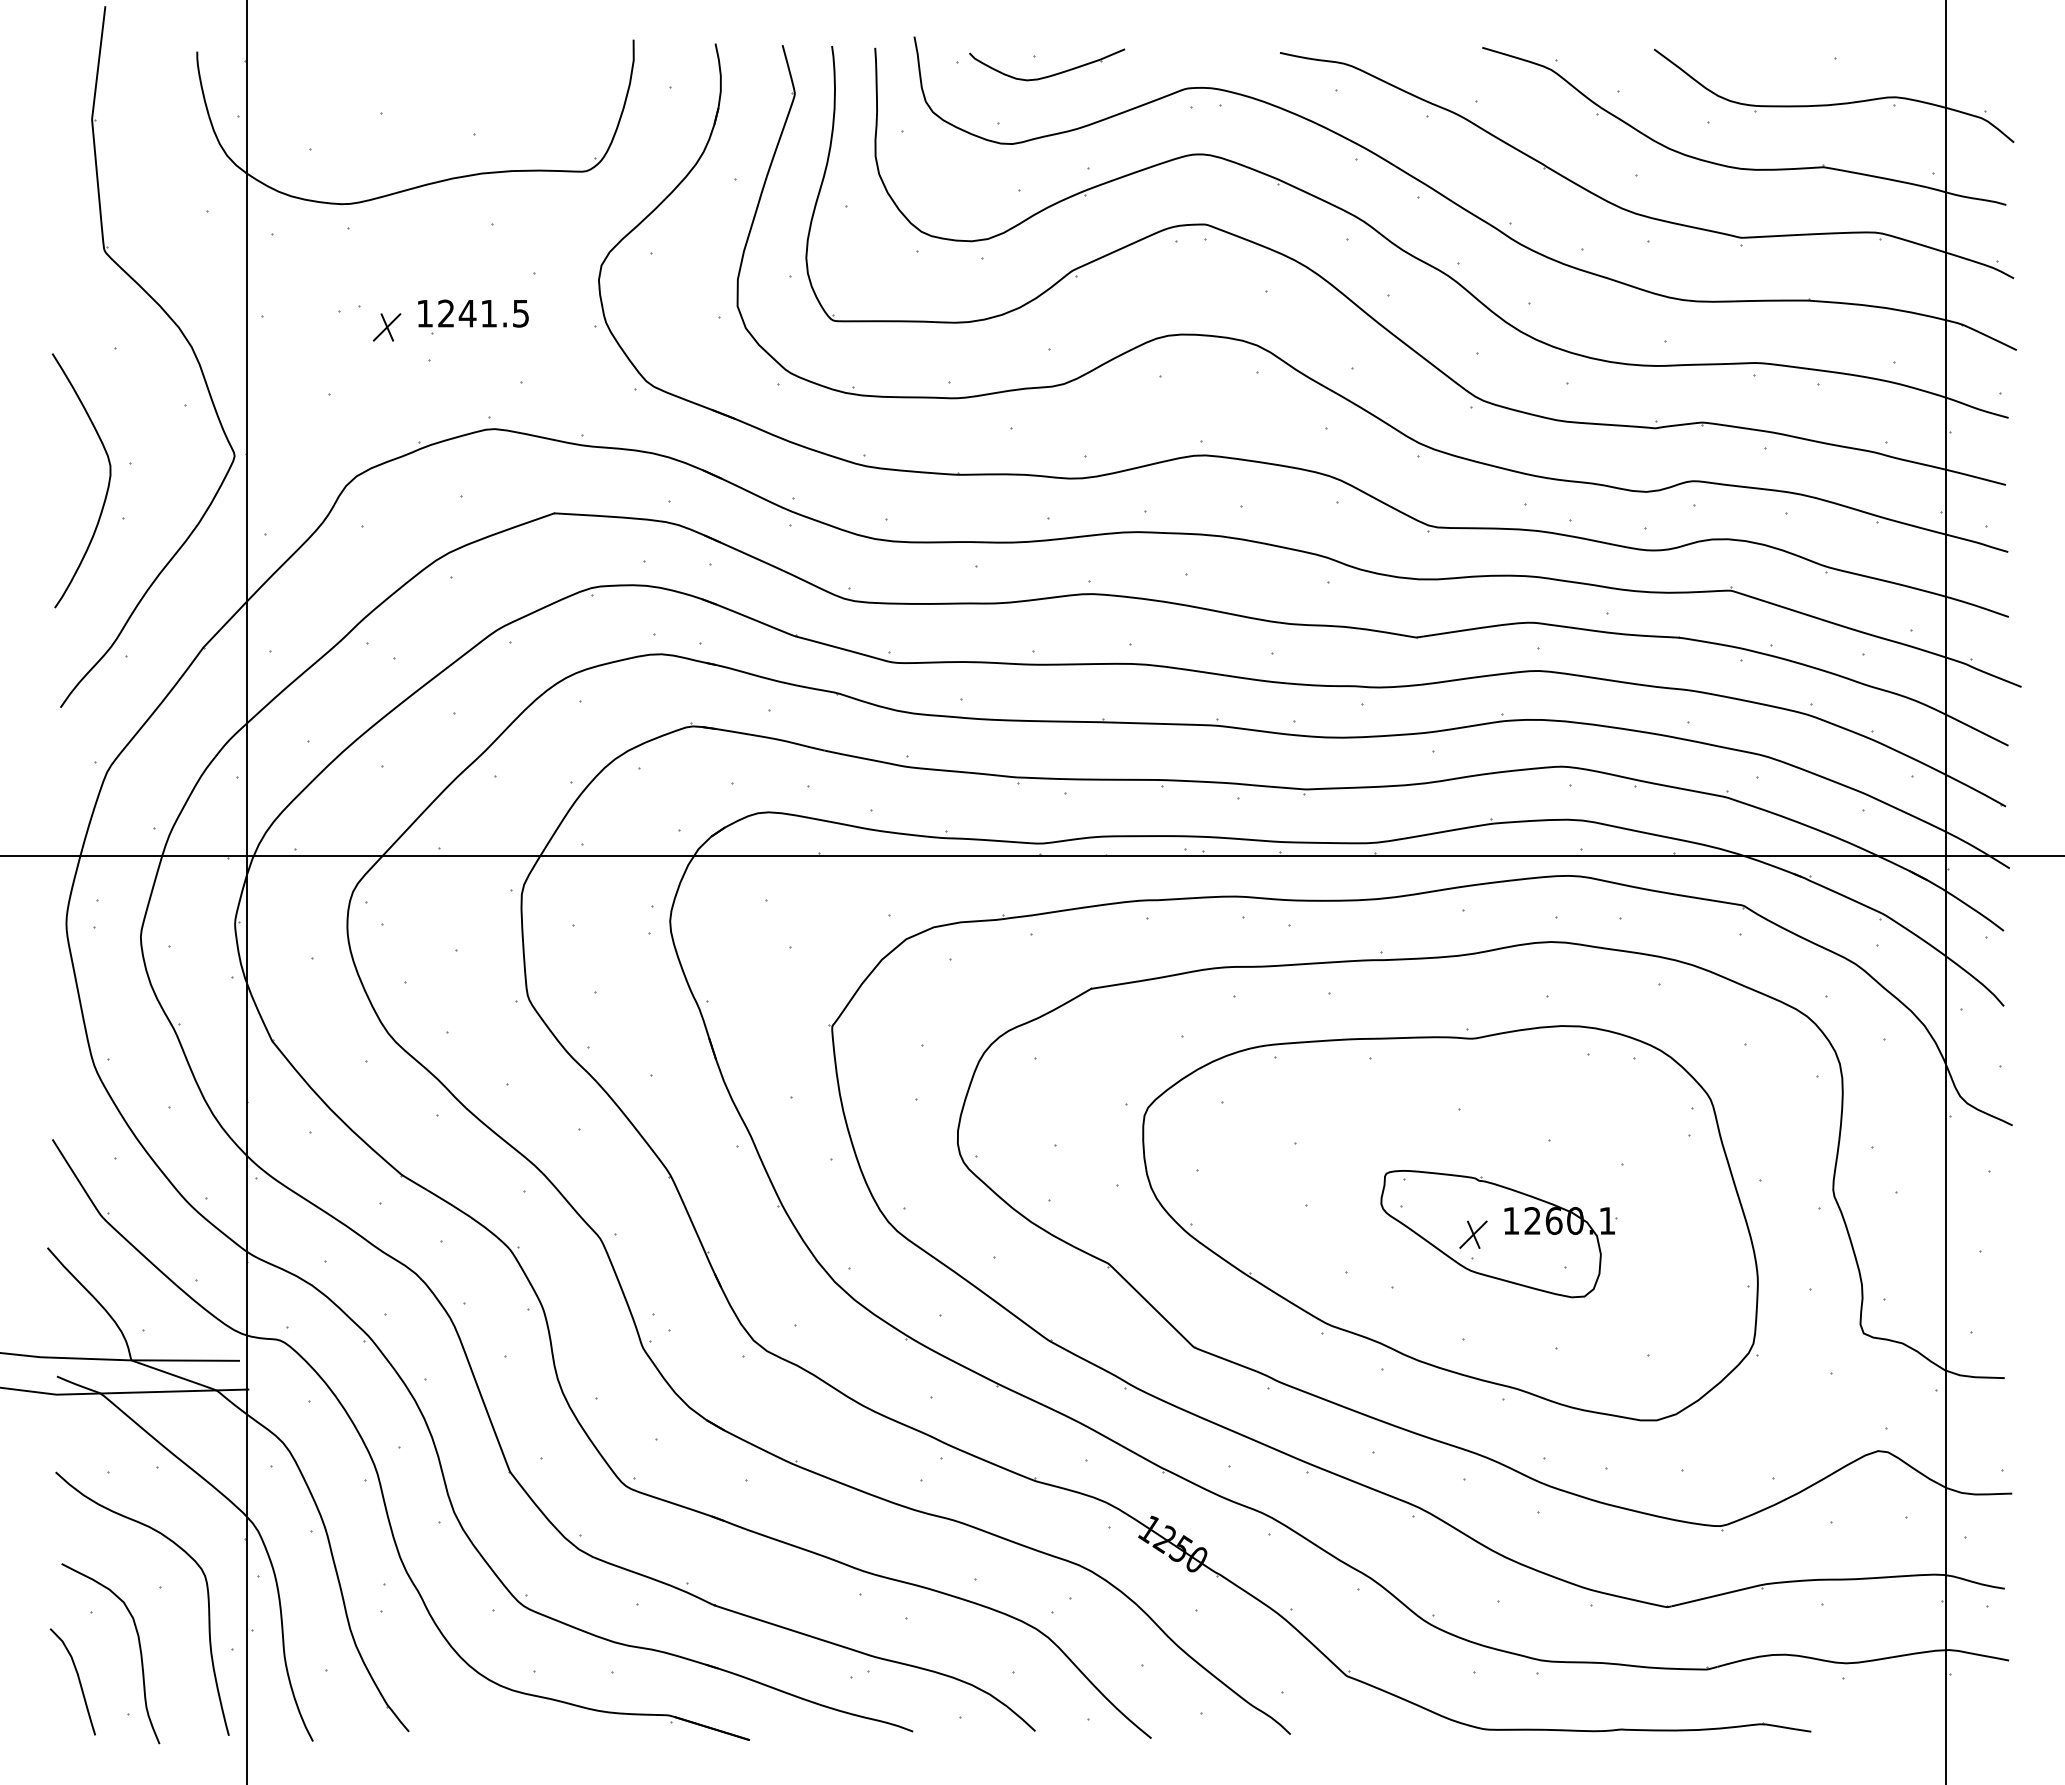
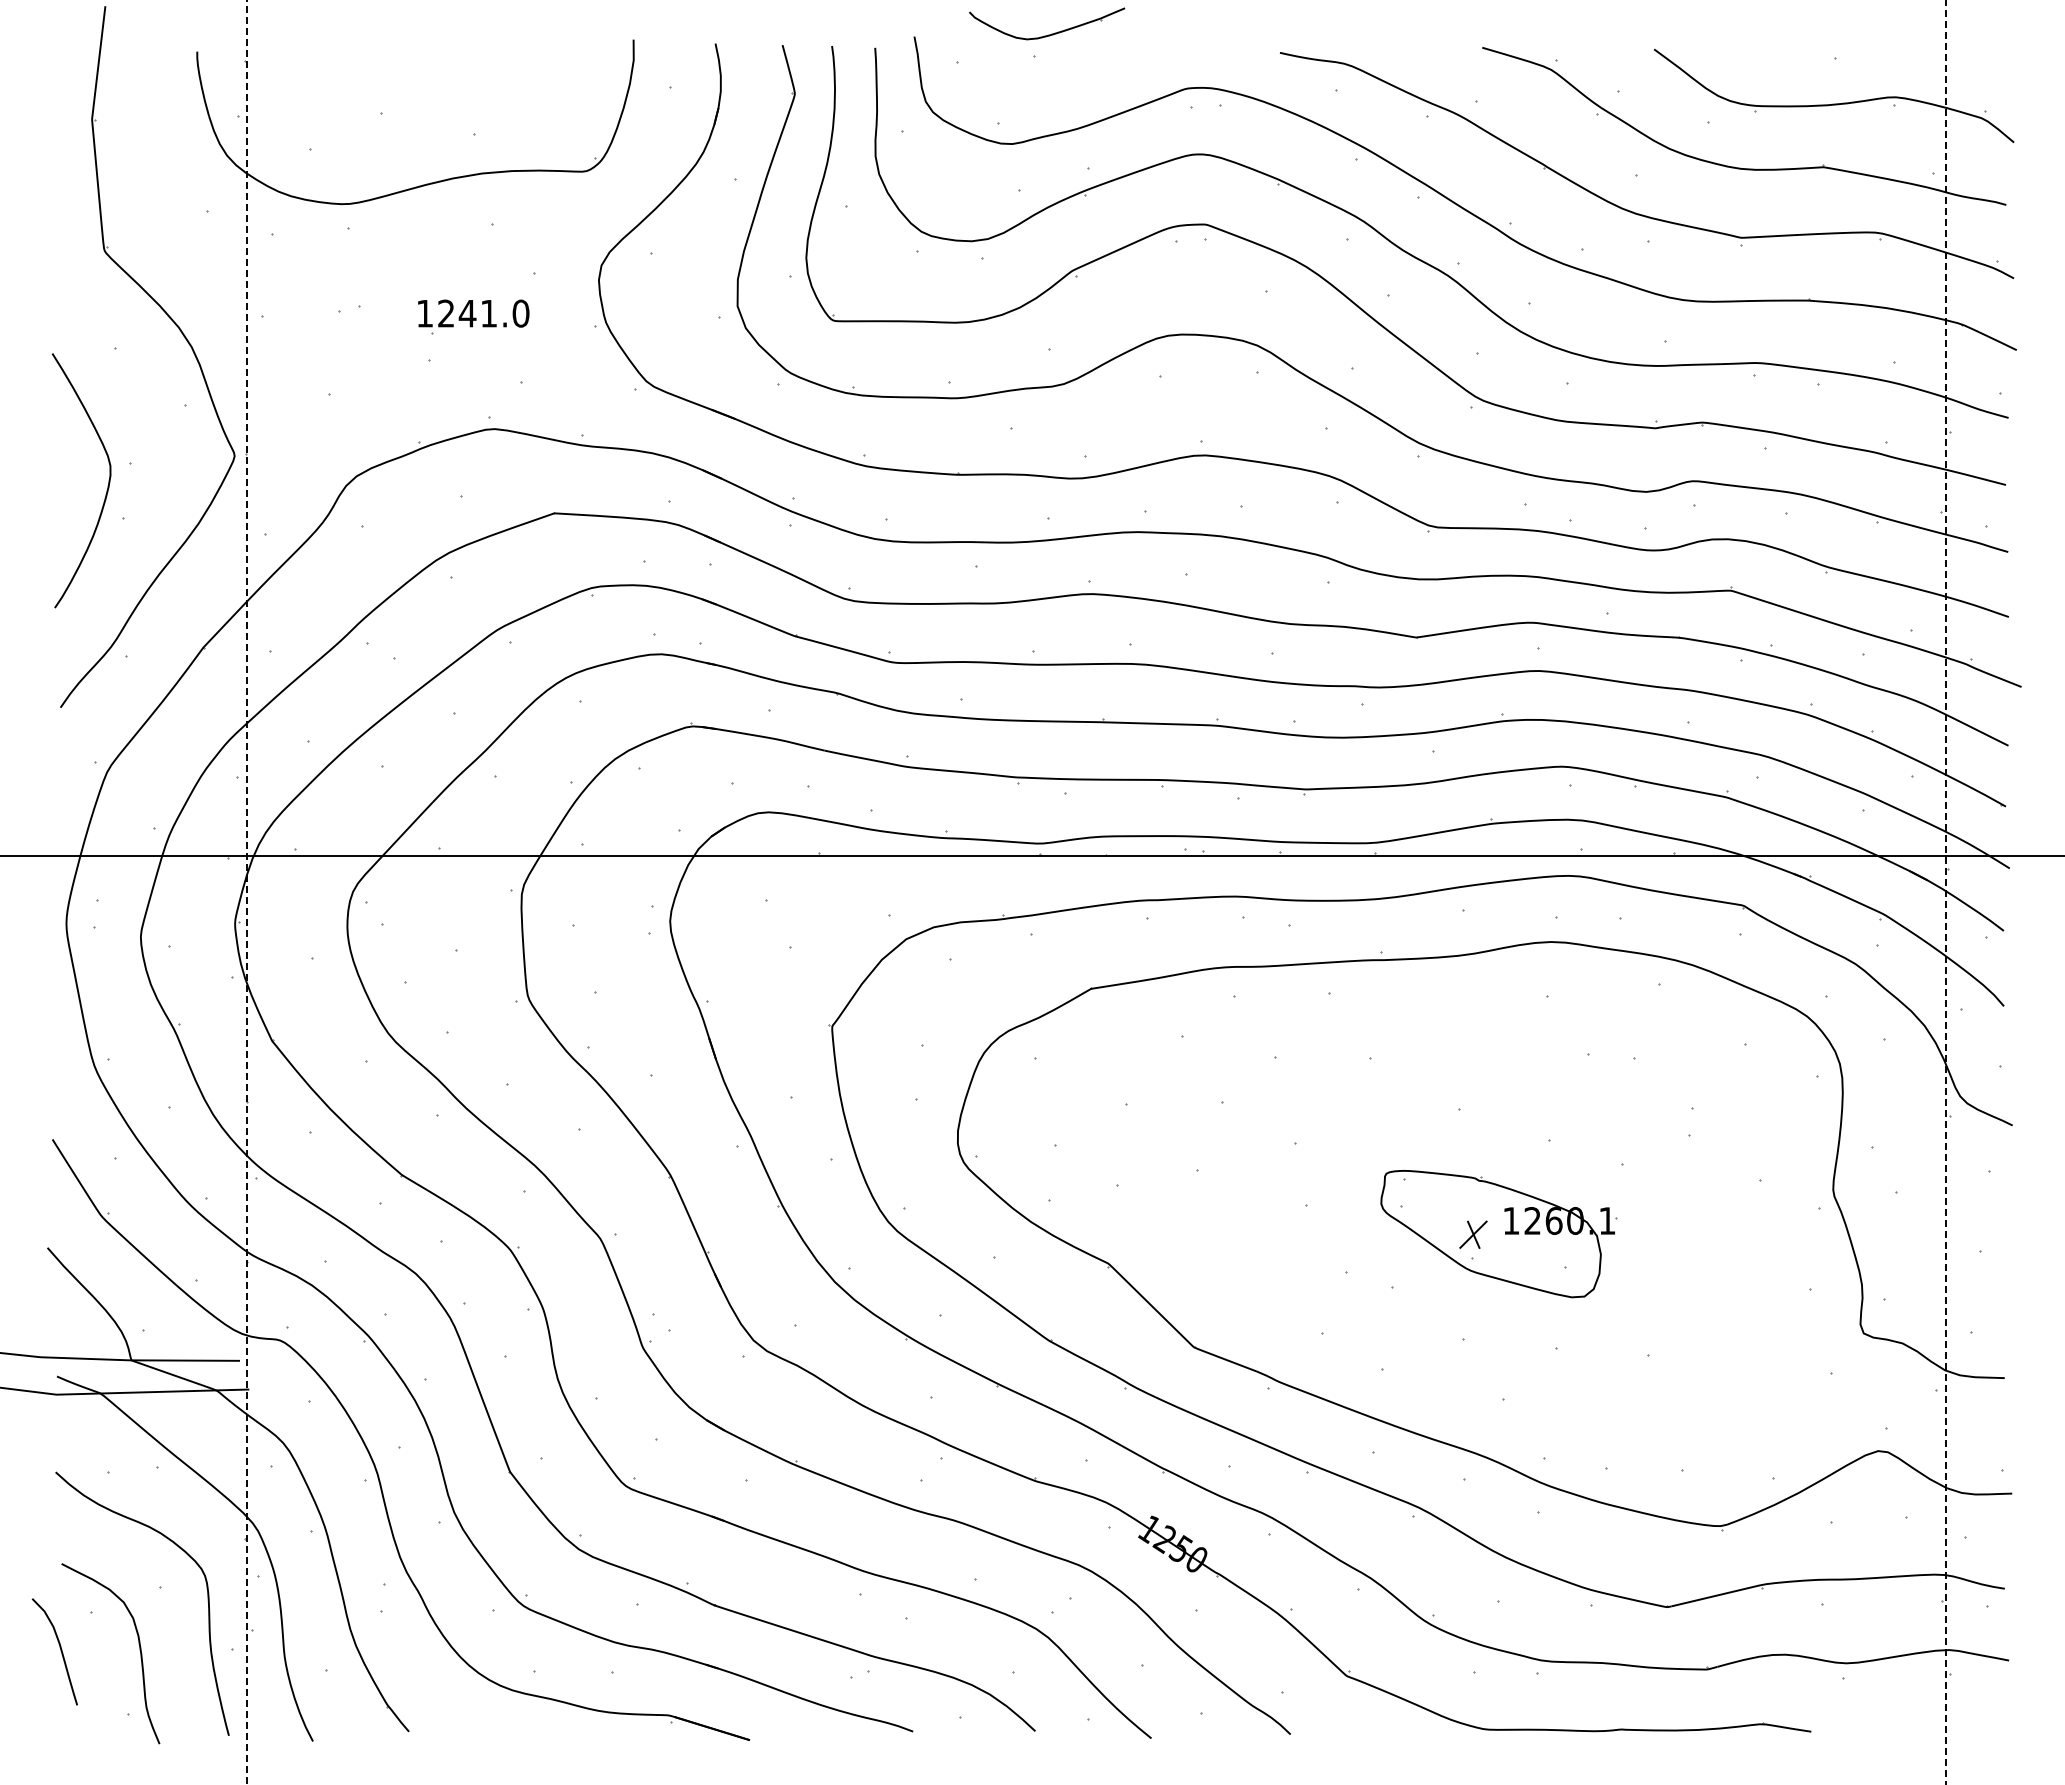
part at (1051, 74) position: (1051, 74) -> (1051, 33)
text at (520, 313): 1241.5 -> 1241.0
part at (386, 327): present -> none
line at (247, 891): solid -> dashed
line at (1946, 893): solid -> dashed
part at (1450, 1223): present -> none
curve at (78, 1681) position: (78, 1681) -> (60, 1651)
